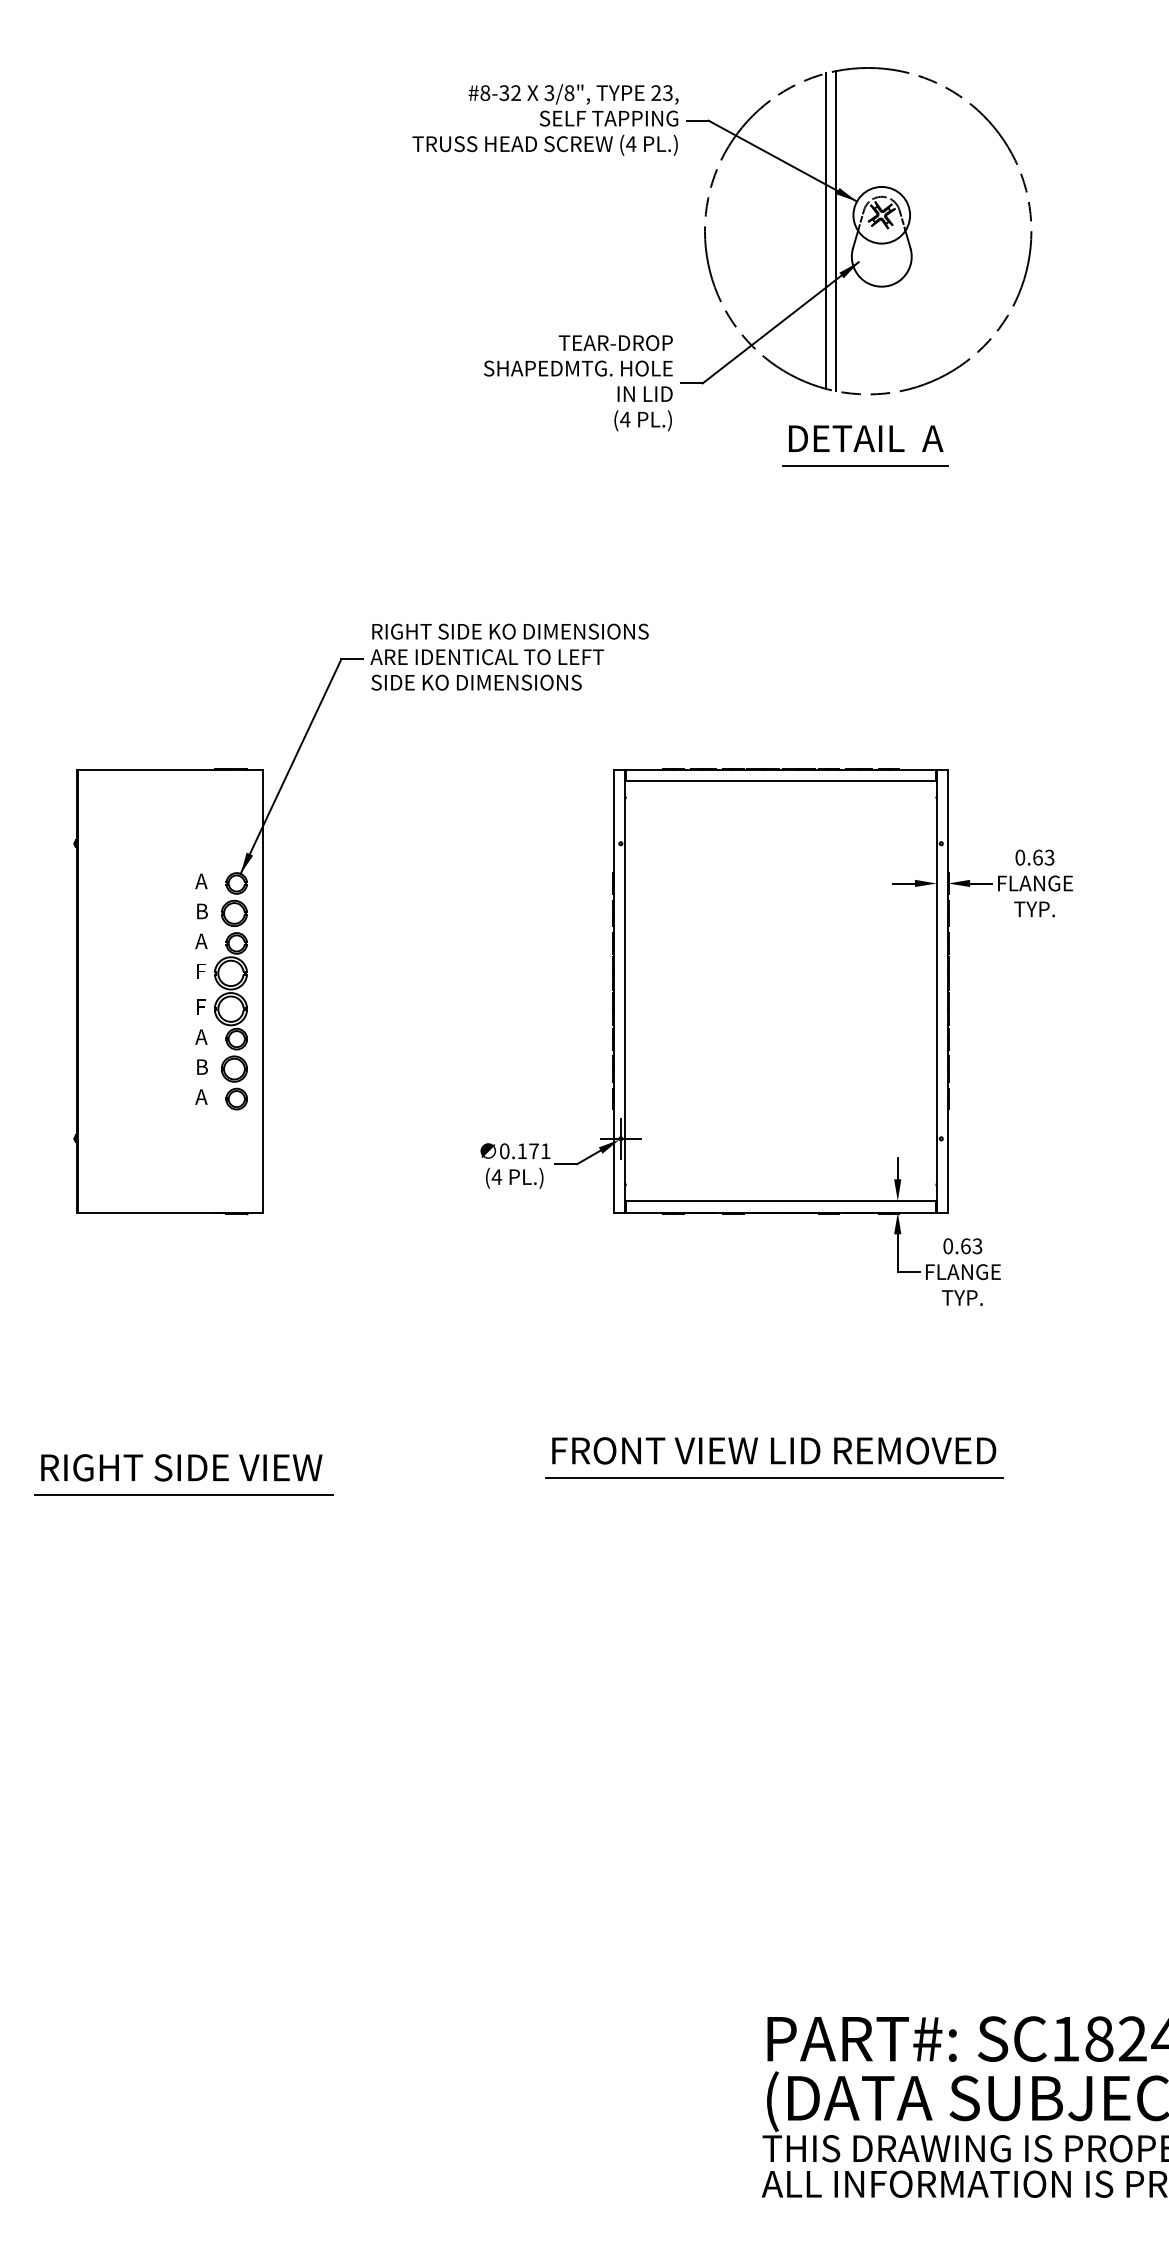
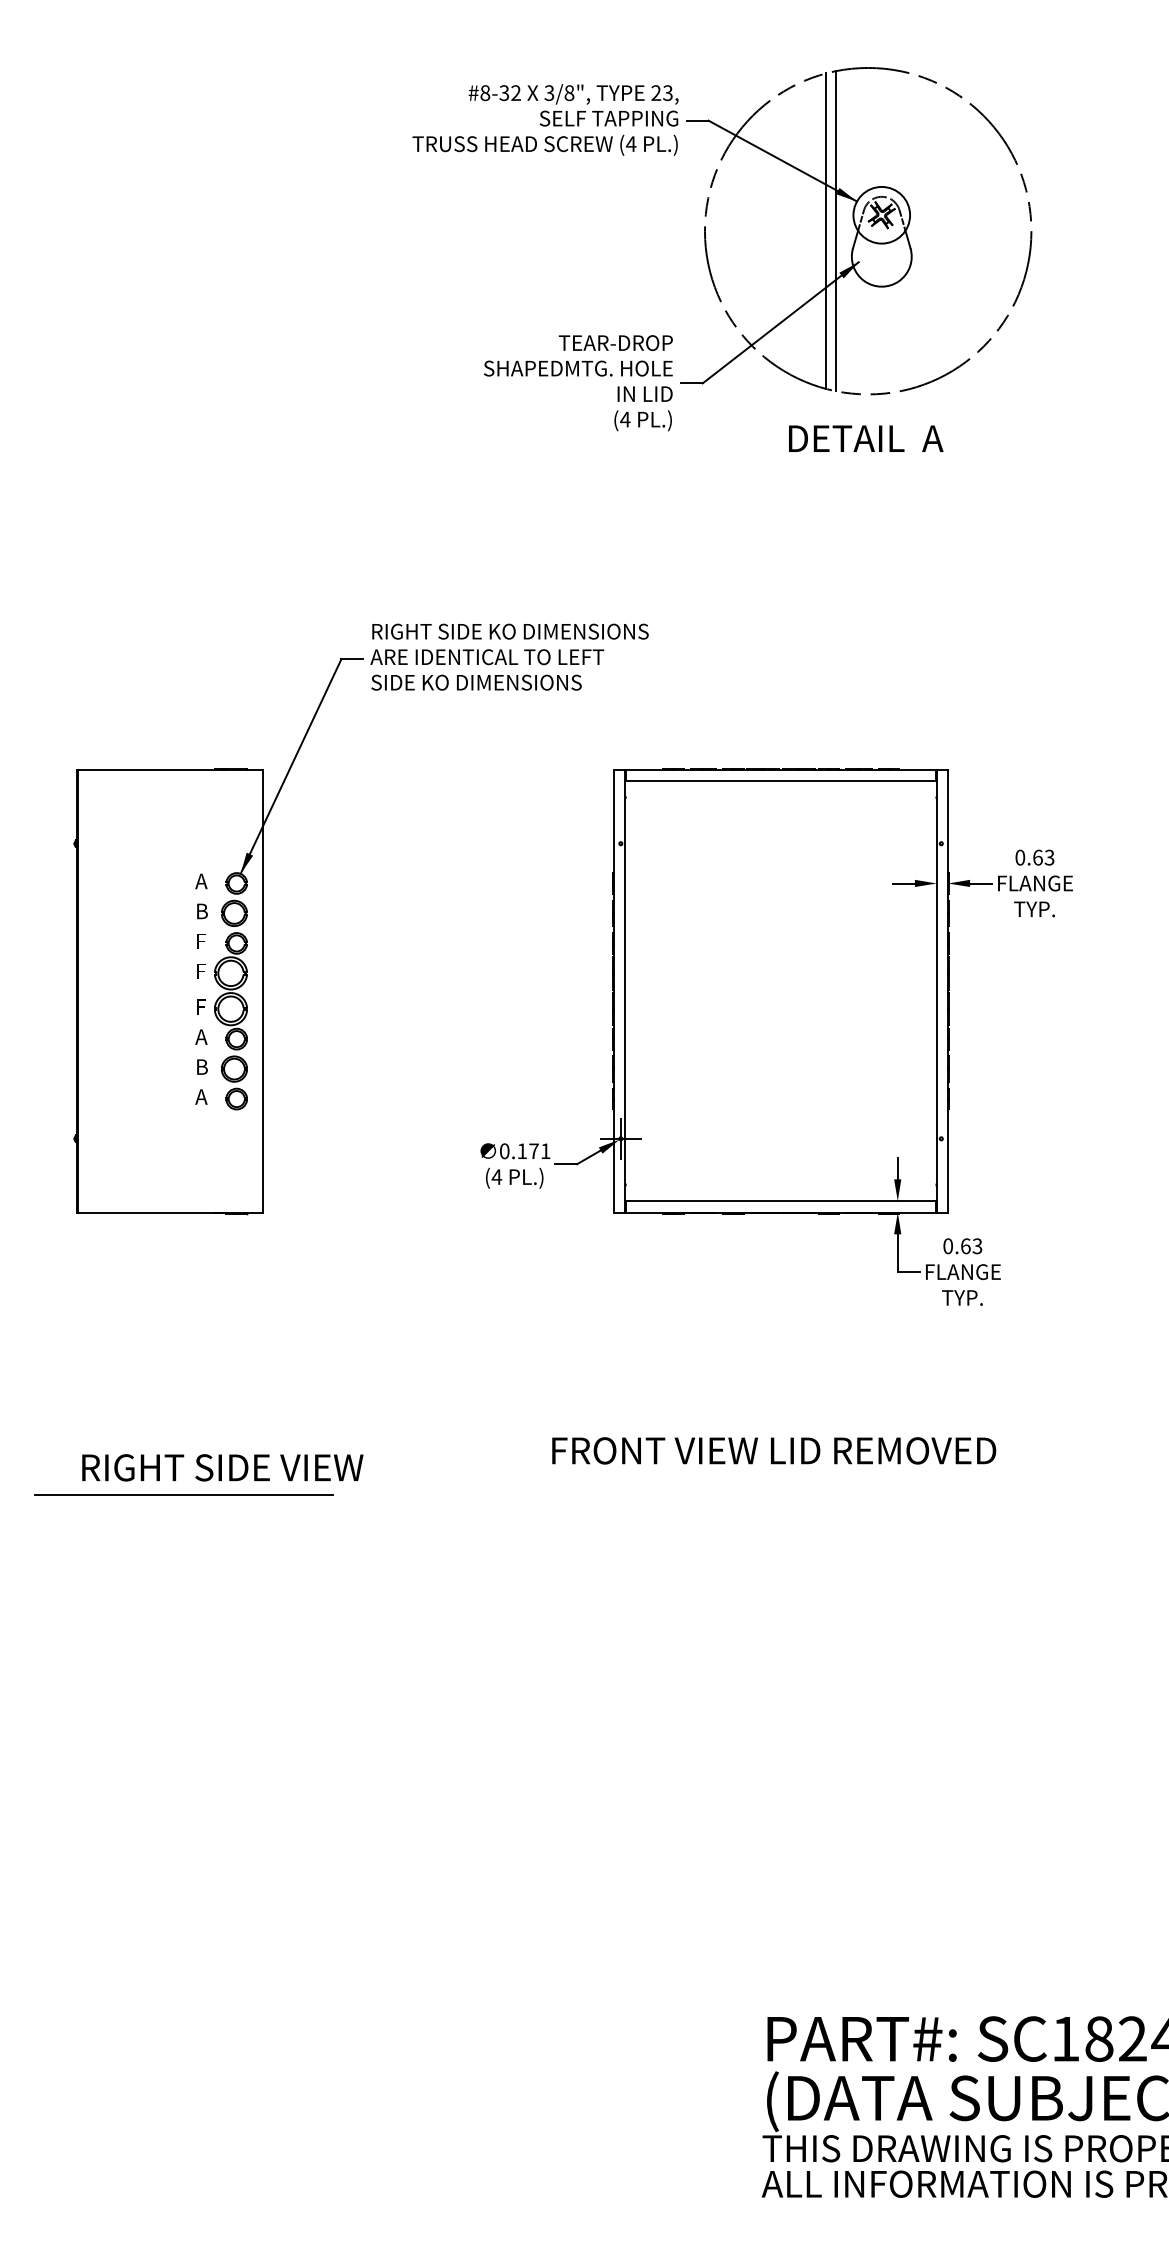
line at (864, 466): present -> none
text at (201, 941): A -> F
text at (181, 1467) position: (181, 1467) -> (222, 1467)
line at (774, 1477): present -> none
